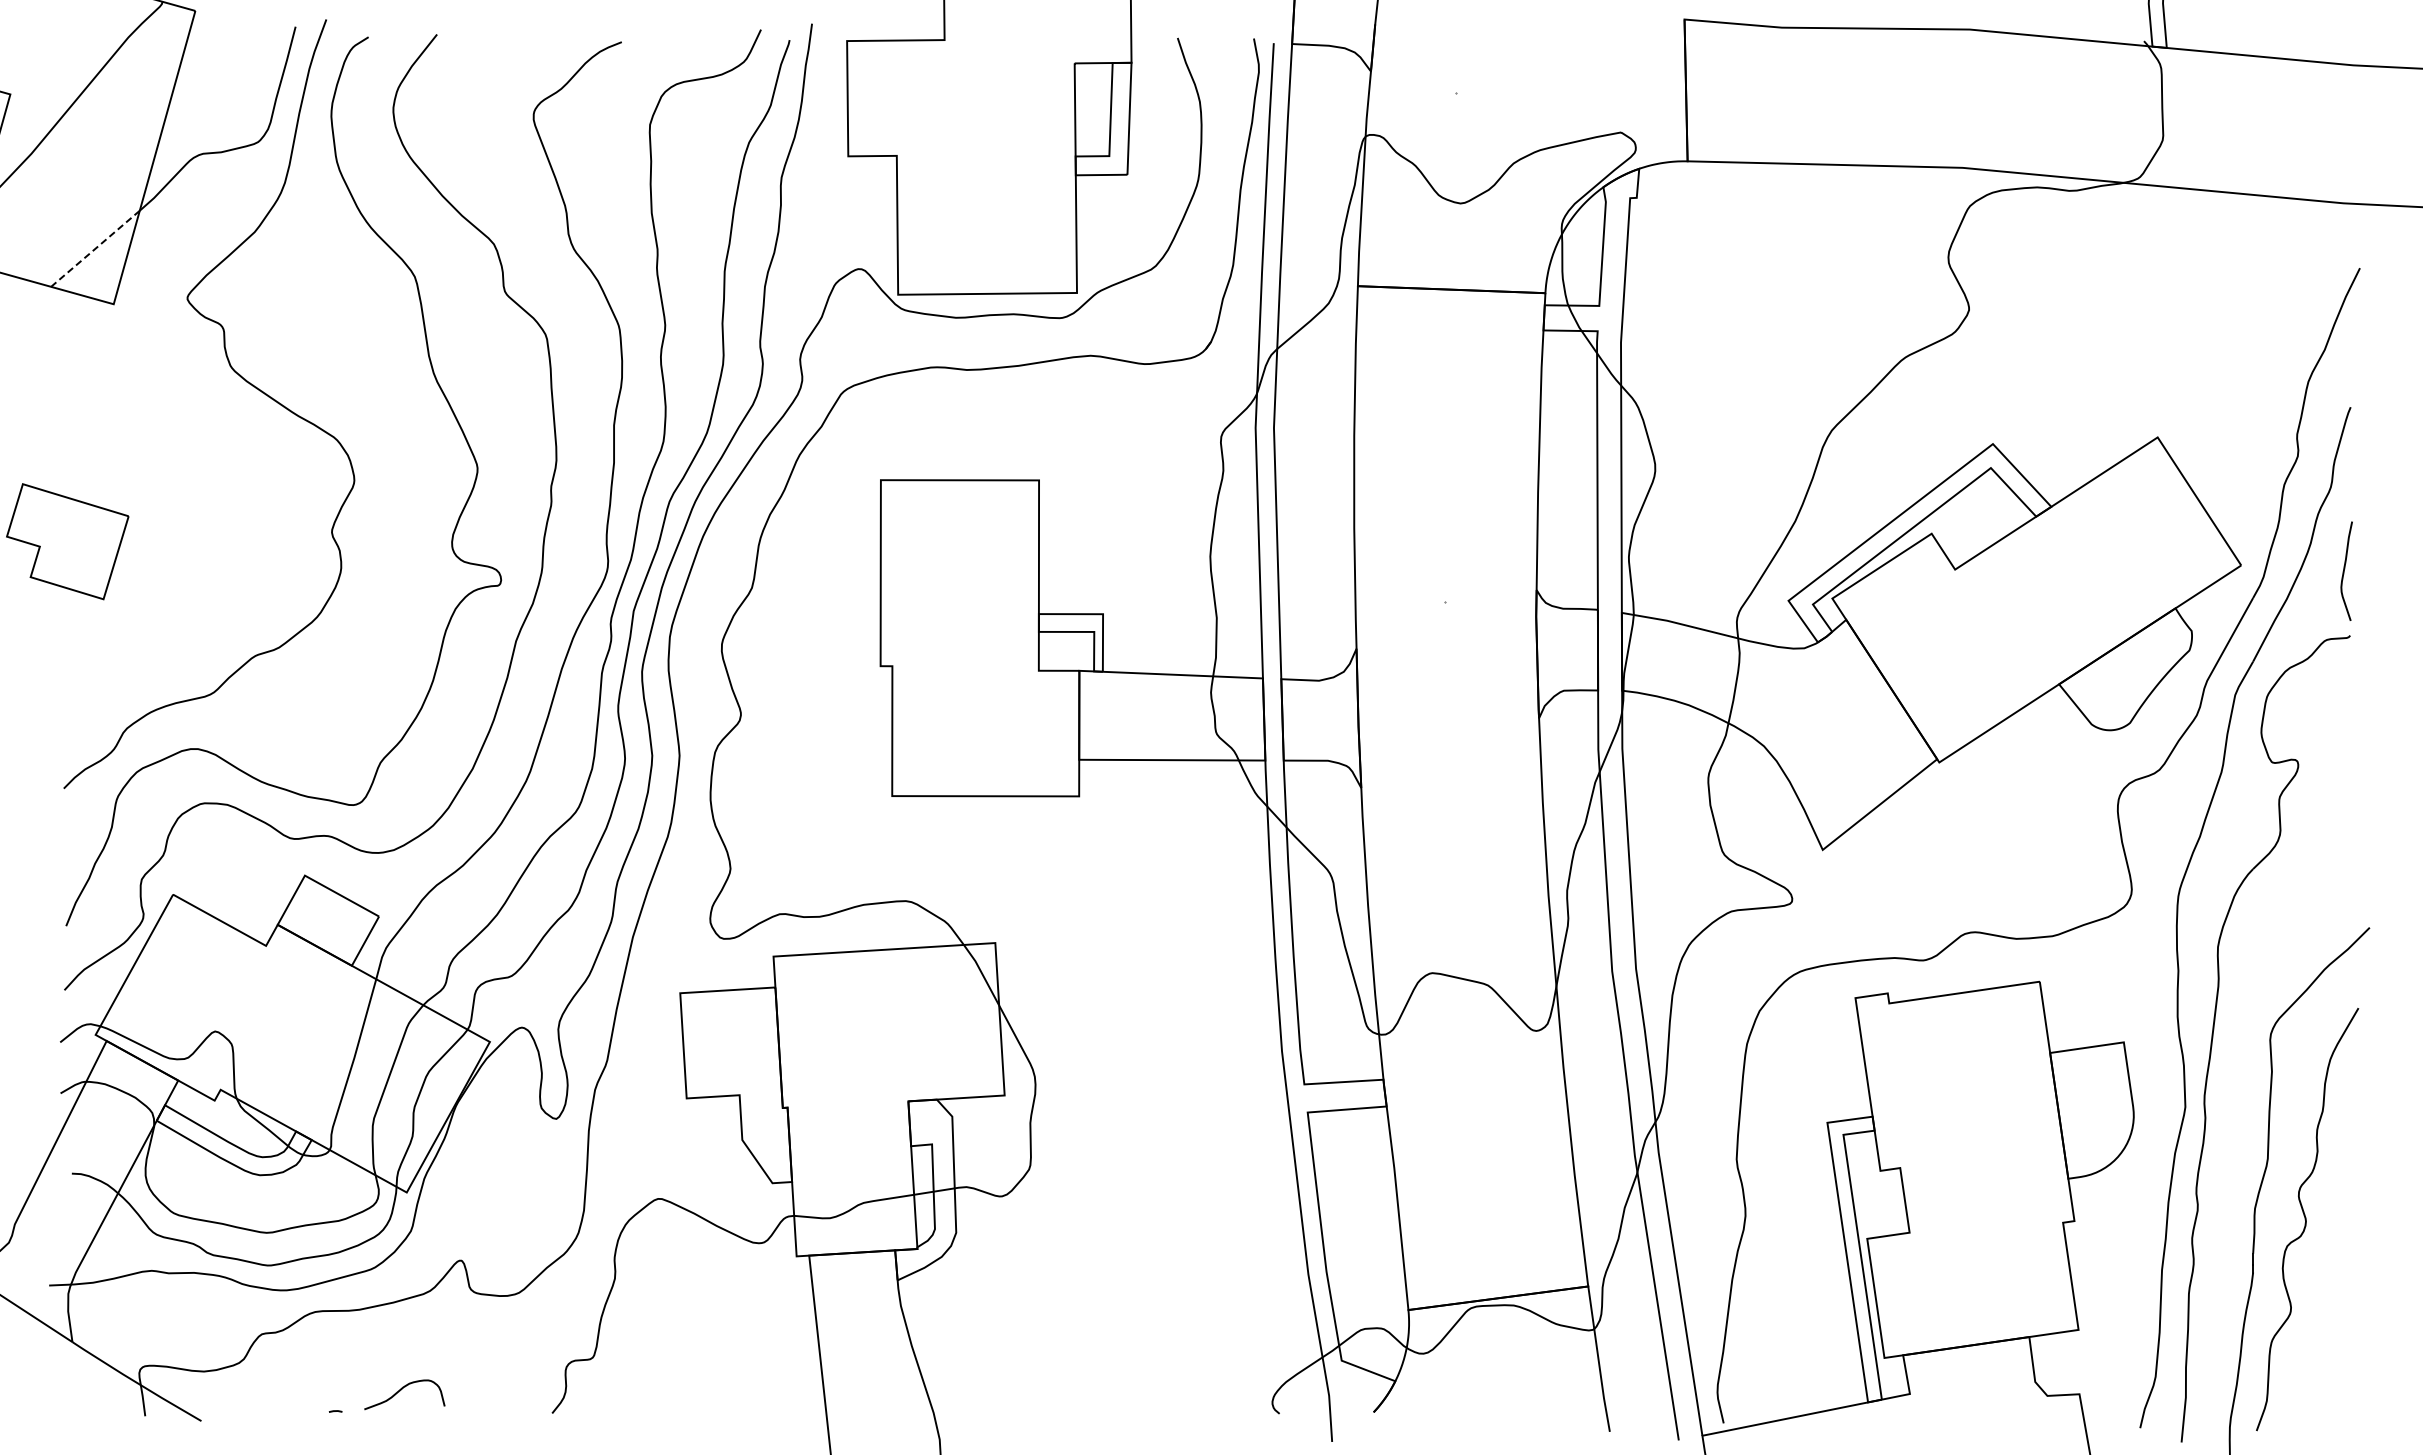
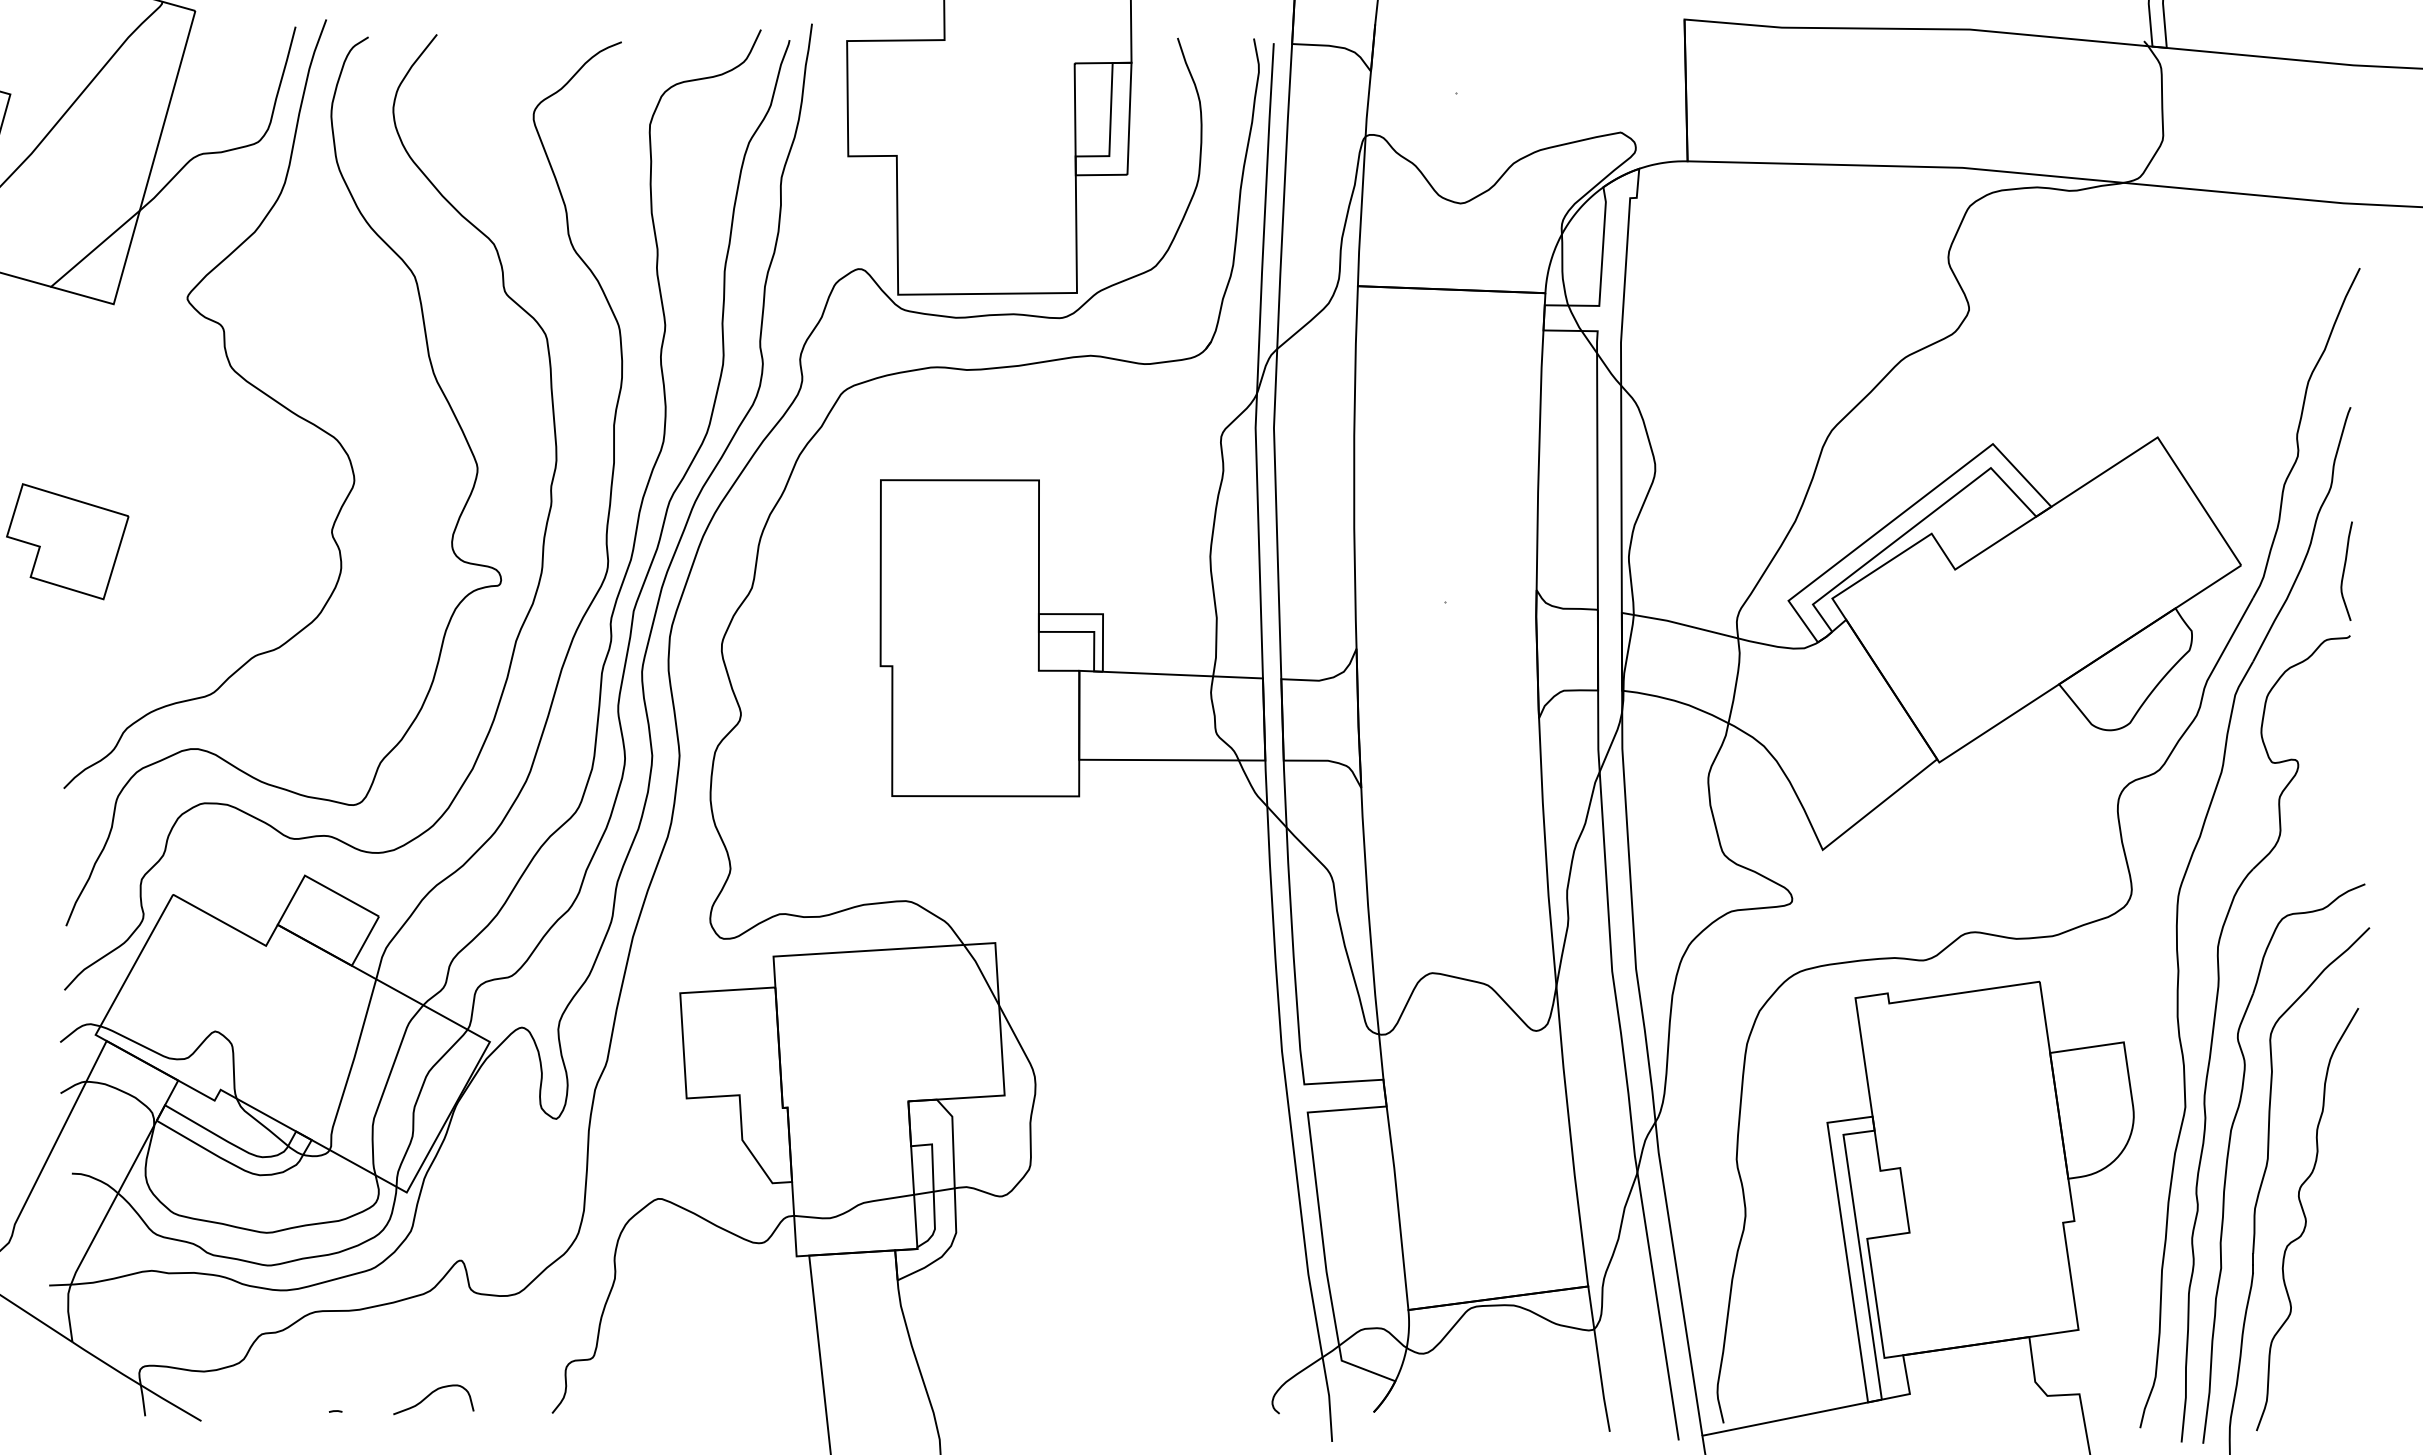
line at (95, 249): dashed -> solid
part at (2229, 1152): none -> present
curve at (401, 1390) position: (401, 1390) -> (430, 1395)
